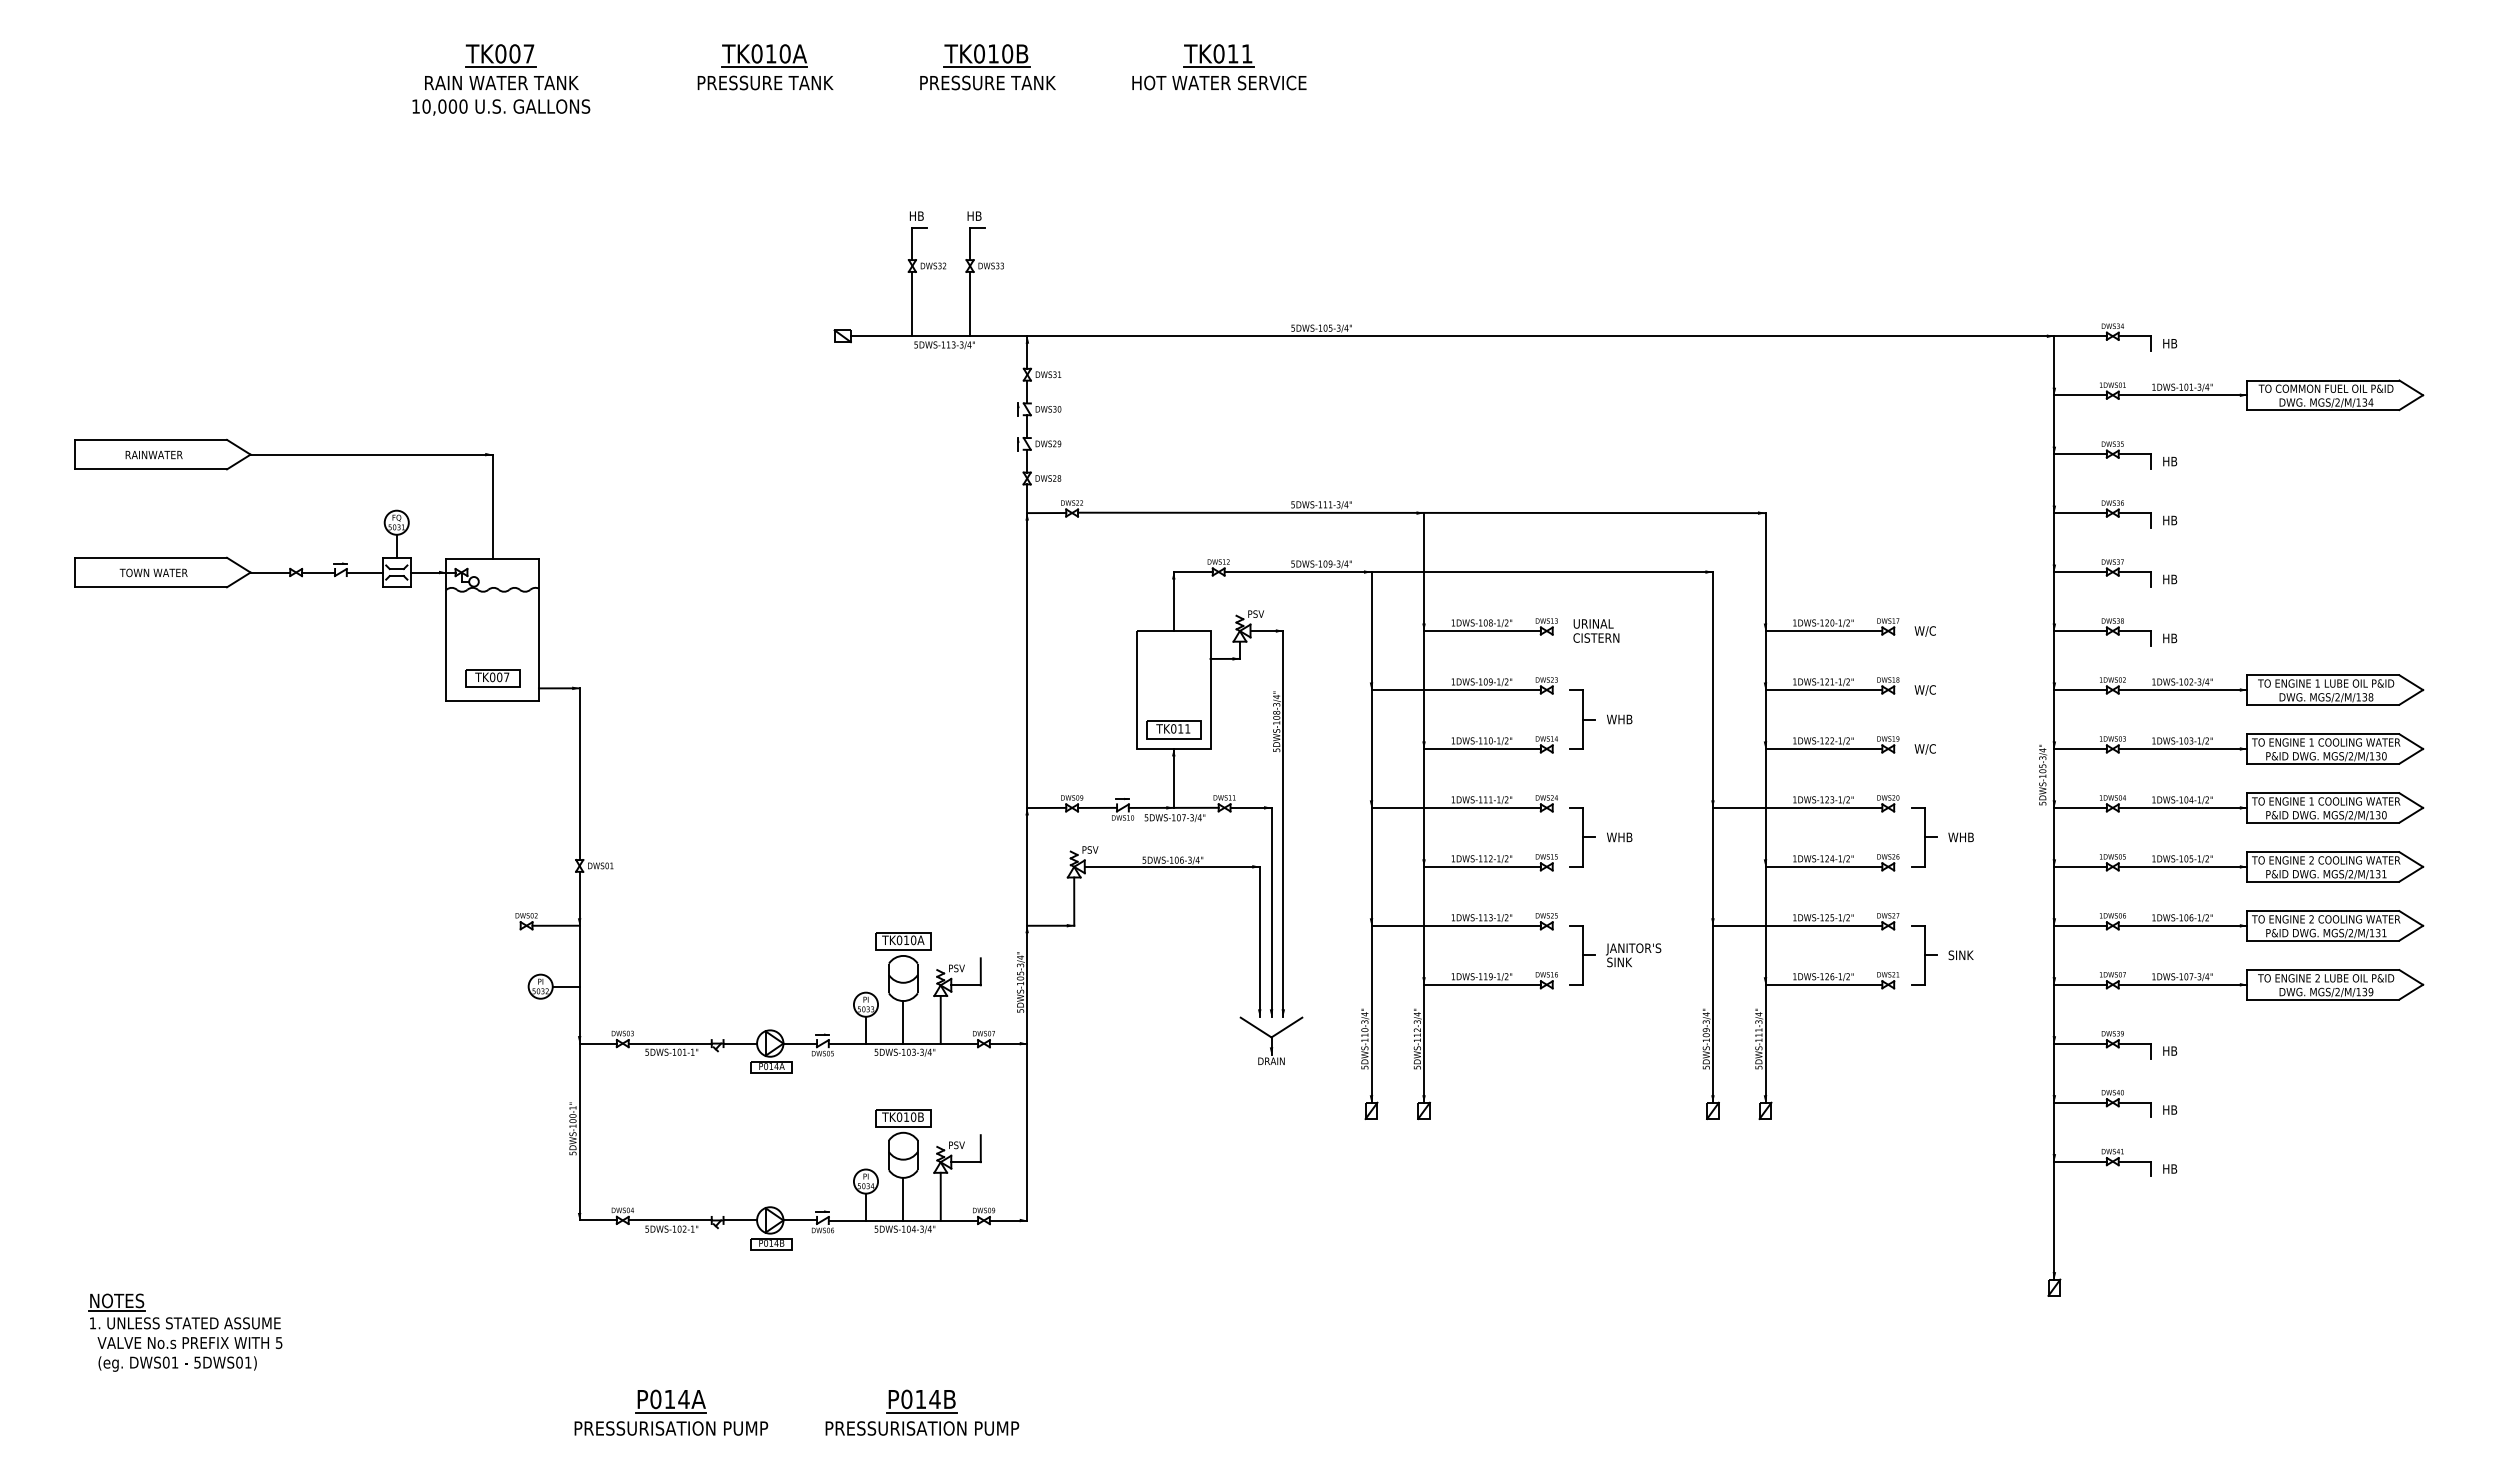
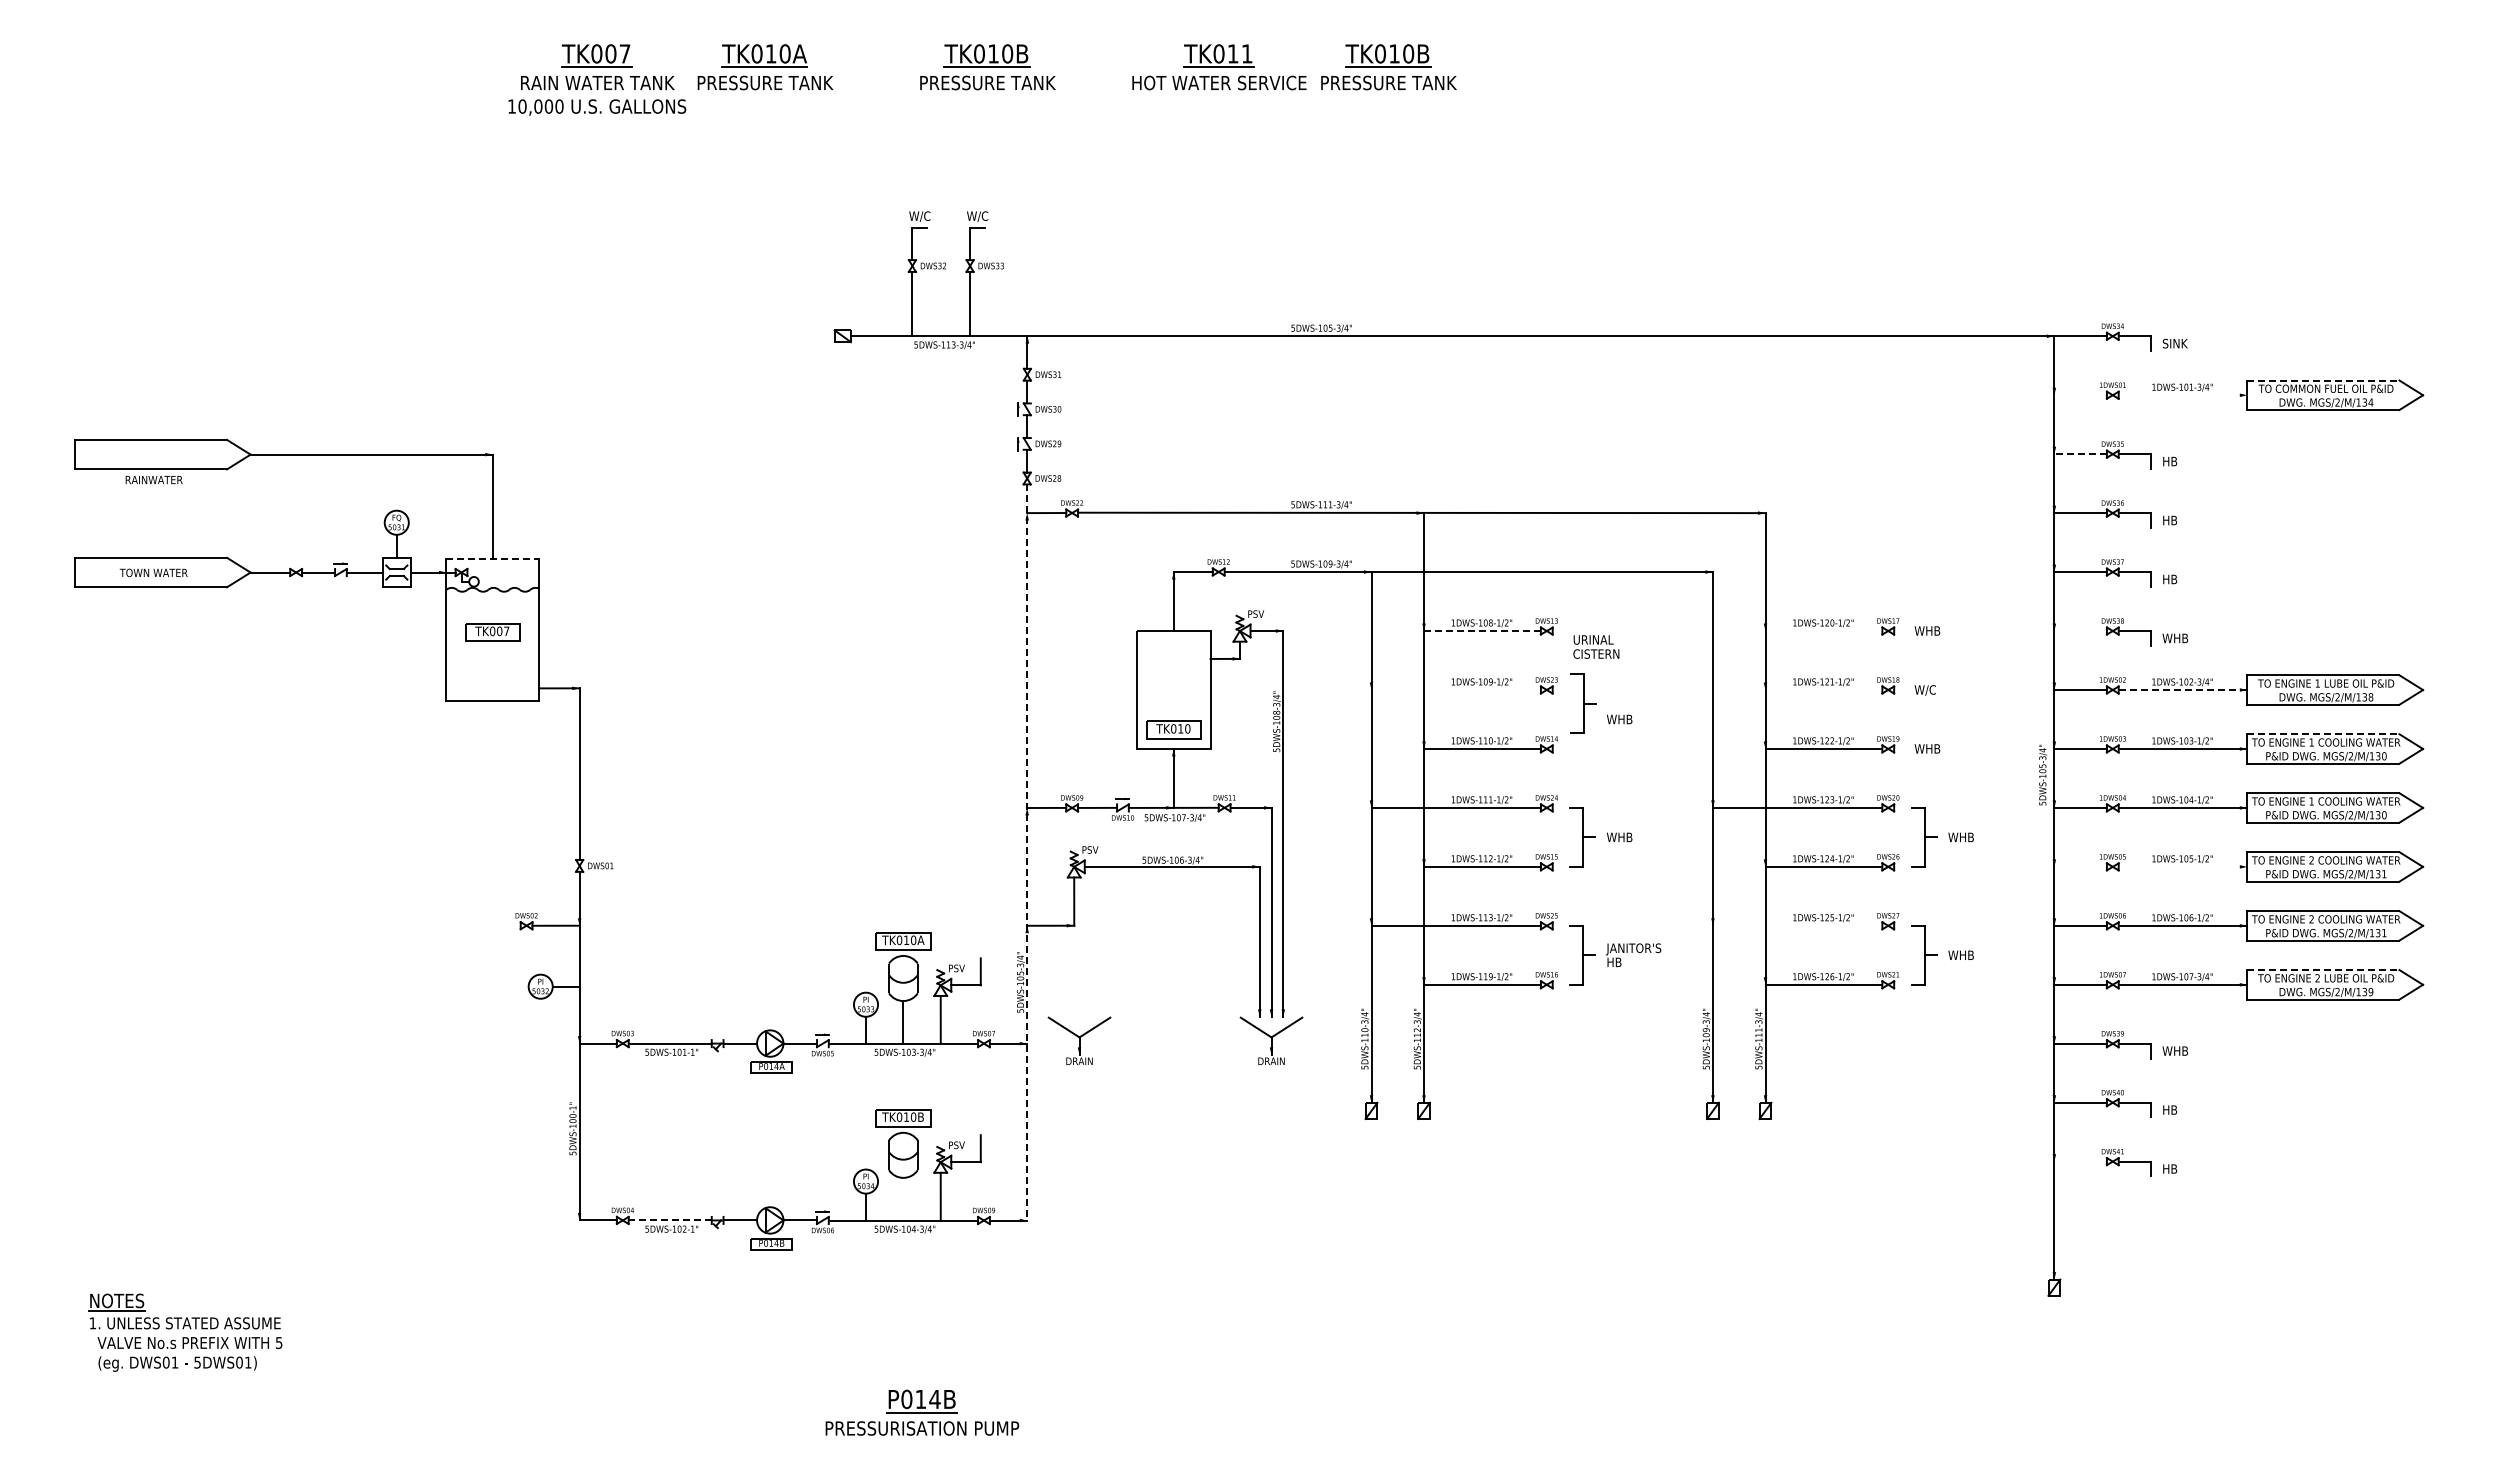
part at (1388, 67): none -> present
part at (501, 79) position: (501, 79) -> (597, 79)
text at (919, 216): HB -> W/C
text at (977, 216): HB -> W/C
text at (2174, 343): HB -> SINK
line at (2323, 380): solid -> dashed
line at (2080, 395): present -> none
line at (2182, 395): present -> none
line at (2080, 454): solid -> dashed
text at (153, 455) position: (153, 455) -> (153, 480)
line at (493, 558): solid -> dashed
text at (1596, 630) position: (1596, 630) -> (1596, 646)
line at (1481, 631): solid -> dashed
line at (1823, 631): present -> none
text at (1932, 631): W/C -> WHB
line at (2080, 631): present -> none
text at (2175, 638): HB -> WHB
part at (492, 678) position: (492, 678) -> (492, 632)
line at (1455, 689): present -> none
line at (1823, 689): present -> none
line at (2182, 690): solid -> dashed
part at (1582, 719) position: (1582, 719) -> (1583, 703)
text at (1187, 728): TK011 -> TK010
line at (2323, 734): solid -> dashed
text at (1932, 749): W/C -> WHB
line at (1027, 852): solid -> dashed
line at (2080, 866): present -> none
line at (2182, 866): present -> none
line at (1797, 925): present -> none
text at (1960, 955): SINK -> WHB
text at (1619, 962): SINK -> HB
line at (2323, 970): solid -> dashed
part at (1079, 1040): none -> present
text at (2174, 1050): HB -> WHB
line at (2080, 1161): present -> none
line at (903, 1198): present -> none
line at (670, 1220): solid -> dashed
part at (671, 1412): present -> none
